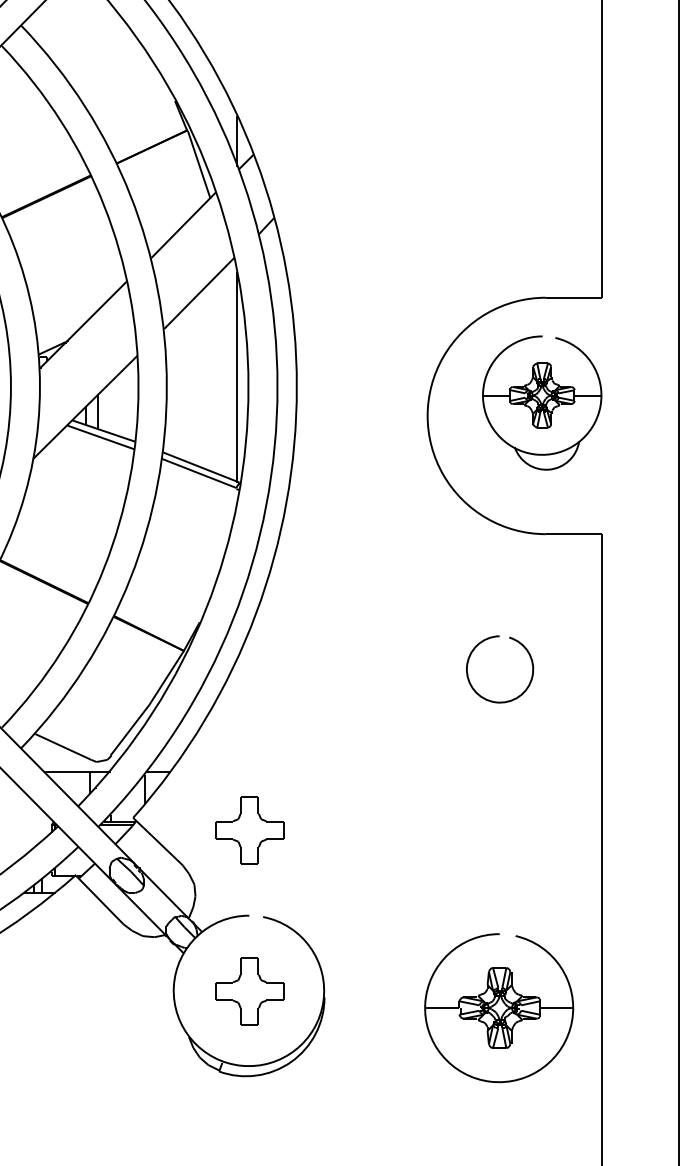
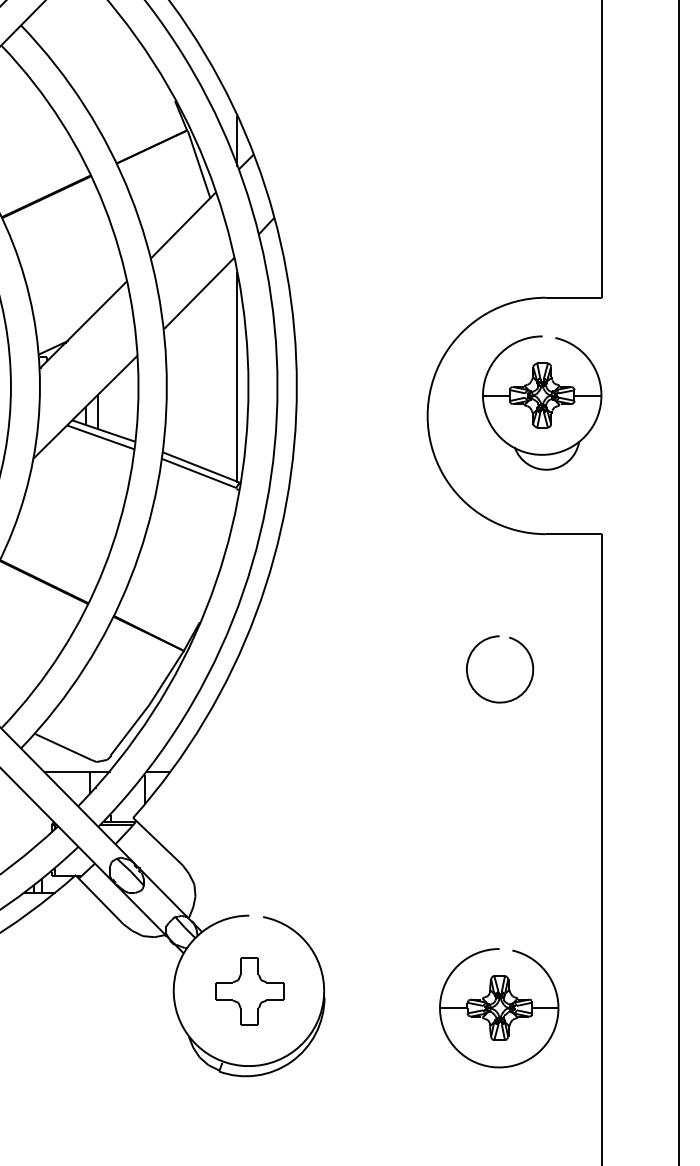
part at (249, 830): present -> none
part at (499, 1008) size: 151x151 px -> 121x121 px
